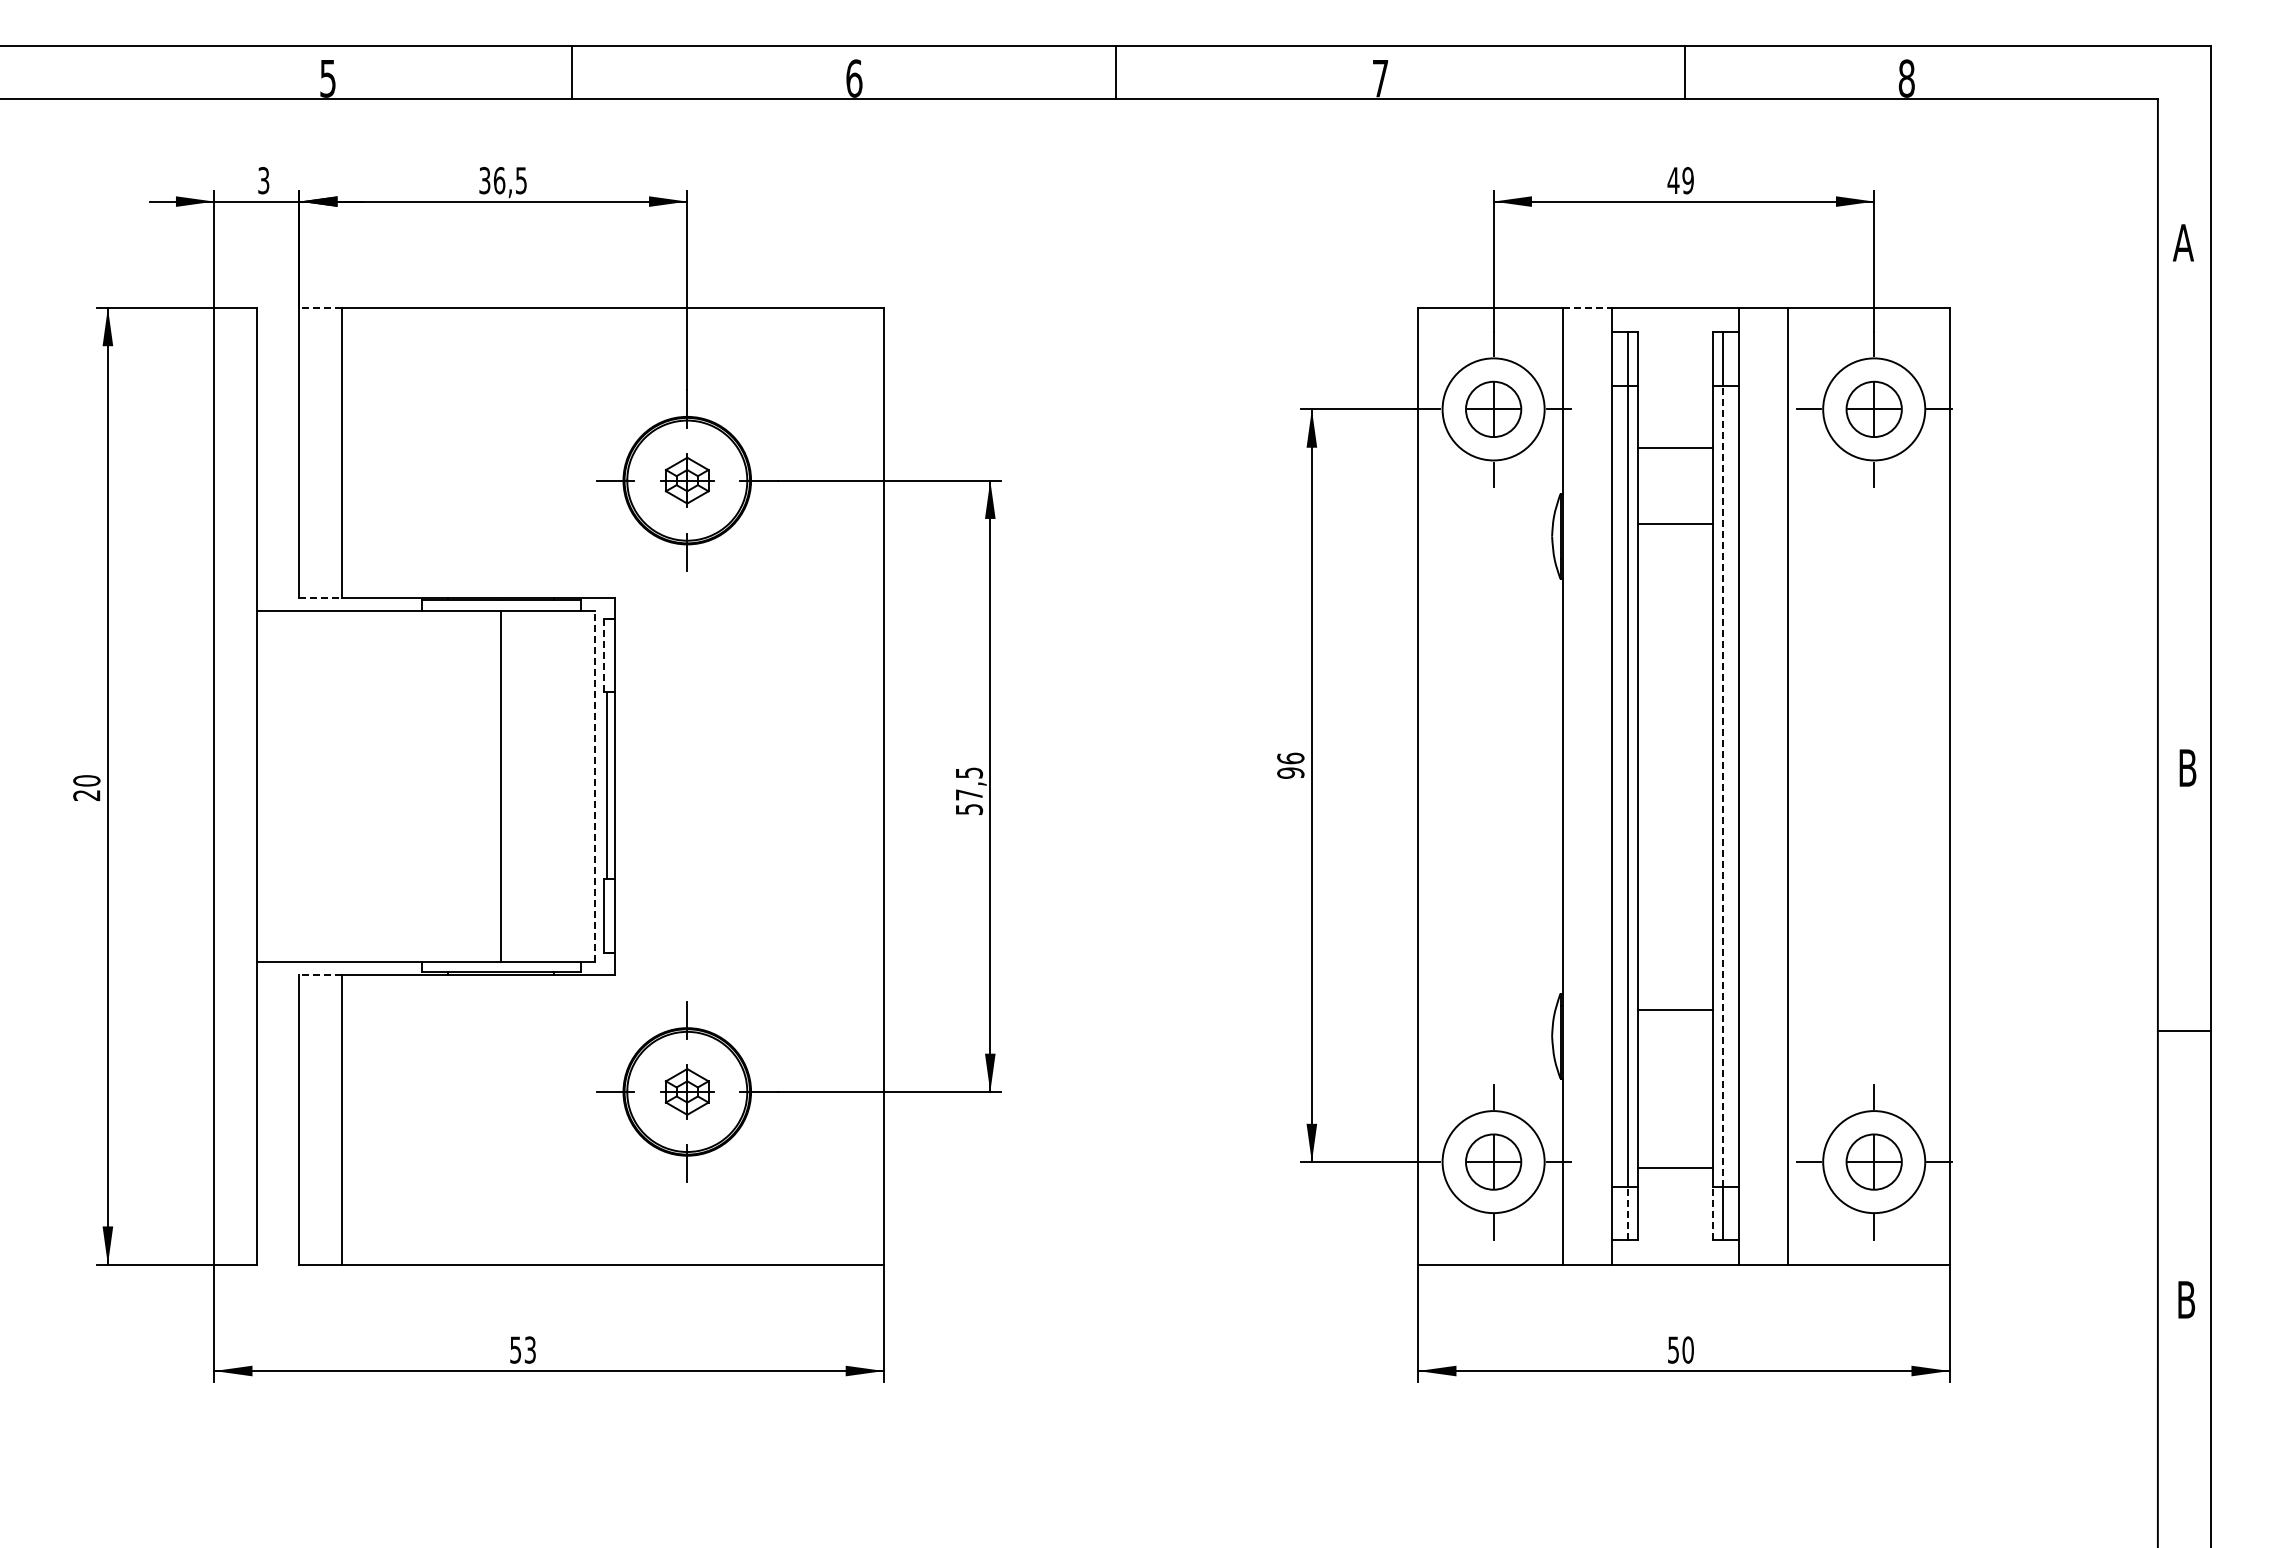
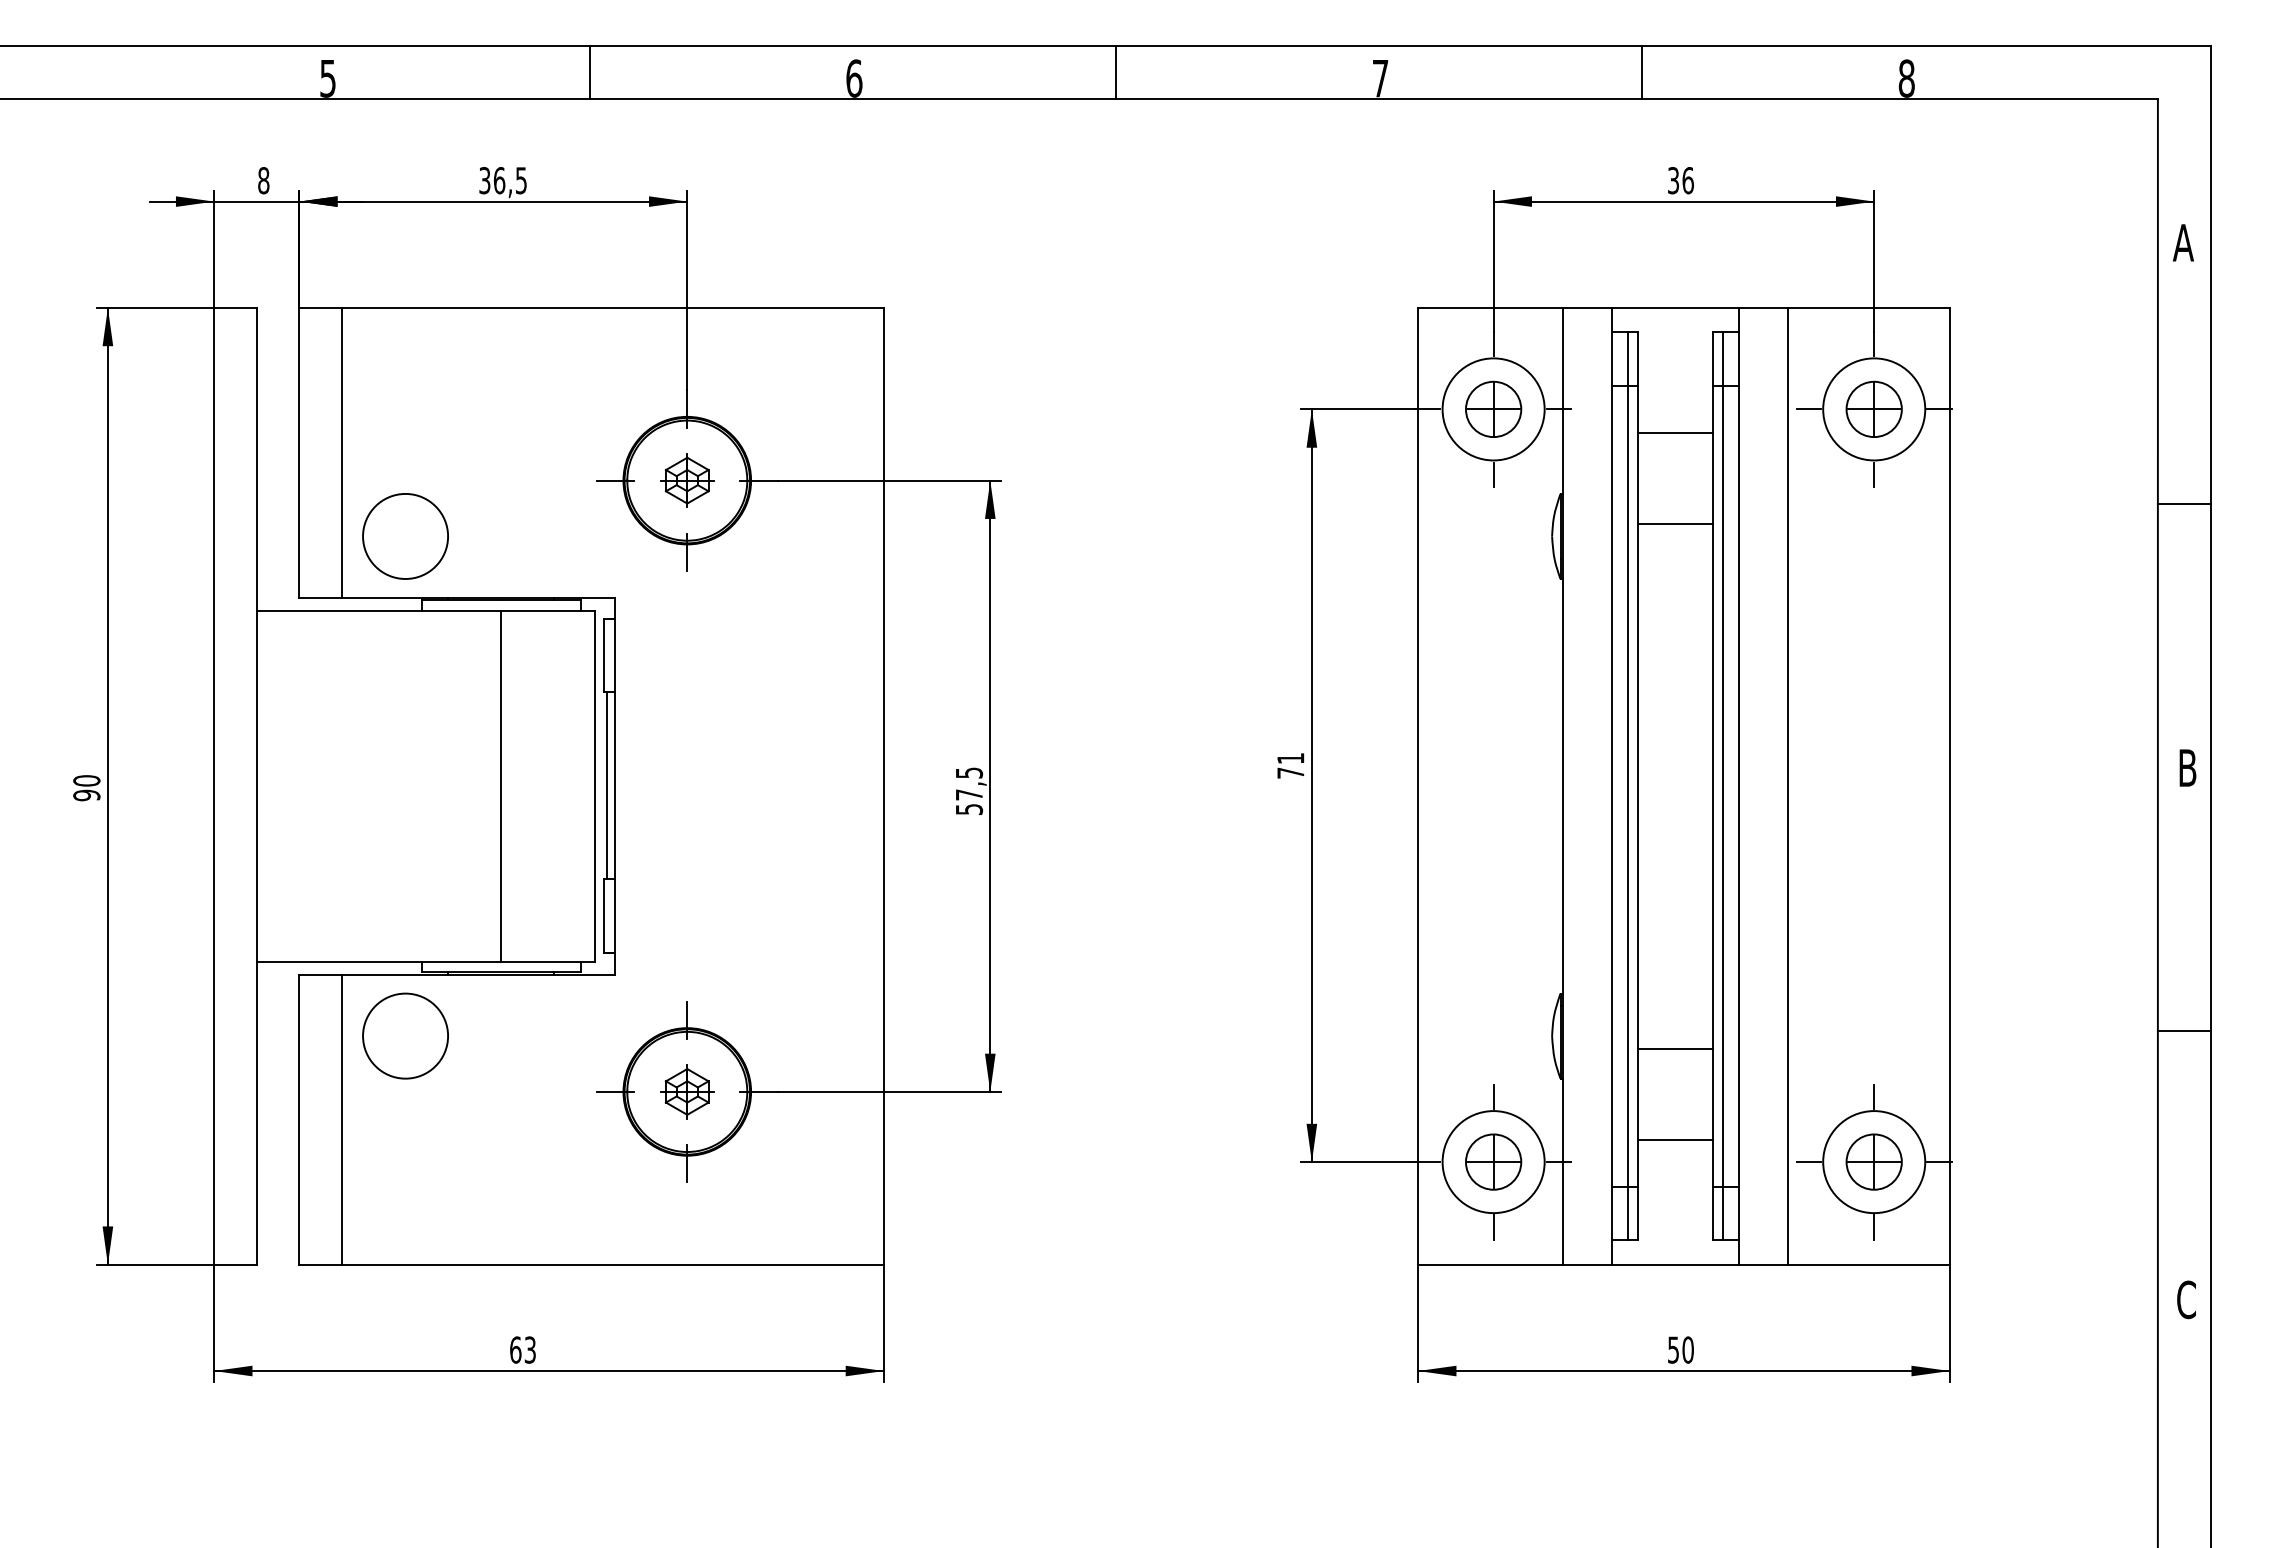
line at (571, 72) position: (571, 72) -> (589, 72)
line at (1685, 72) position: (1685, 72) -> (1642, 72)
text at (263, 180): 3 -> 8
text at (1680, 180): 49 -> 36
line at (320, 307): dashed -> solid
line at (1587, 307): dashed -> solid
line at (1675, 447) position: (1675, 447) -> (1675, 432)
line at (2183, 504): none -> present
circle at (405, 536): none -> present
line at (321, 597): dashed -> solid
line at (604, 655): dashed -> solid
text at (1290, 765): 96 -> 71
line at (594, 785): dashed -> solid
line at (1723, 786): dashed -> solid
text at (86, 795): 20 -> 90
line at (320, 975): dashed -> solid
line at (1675, 1010) position: (1675, 1010) -> (1675, 1049)
circle at (405, 1035): none -> present
line at (1675, 1167) position: (1675, 1167) -> (1675, 1139)
line at (1627, 1213): dashed -> solid
line at (1712, 1213): dashed -> solid
text at (2186, 1299): B -> C
text at (515, 1349): 53 -> 63
